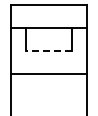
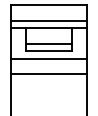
line at (48, 20): none -> present
line at (48, 43): none -> present
line at (49, 51): dashed -> solid
line at (48, 58): none -> present
